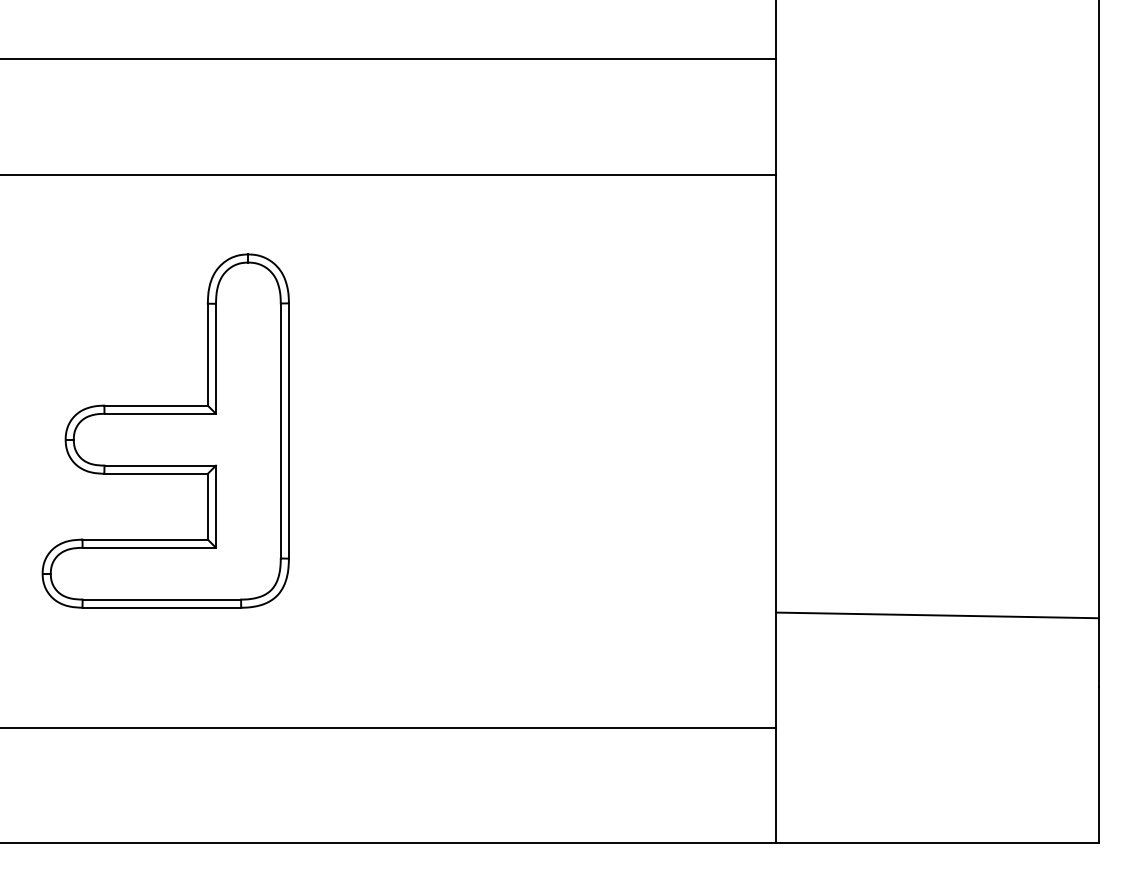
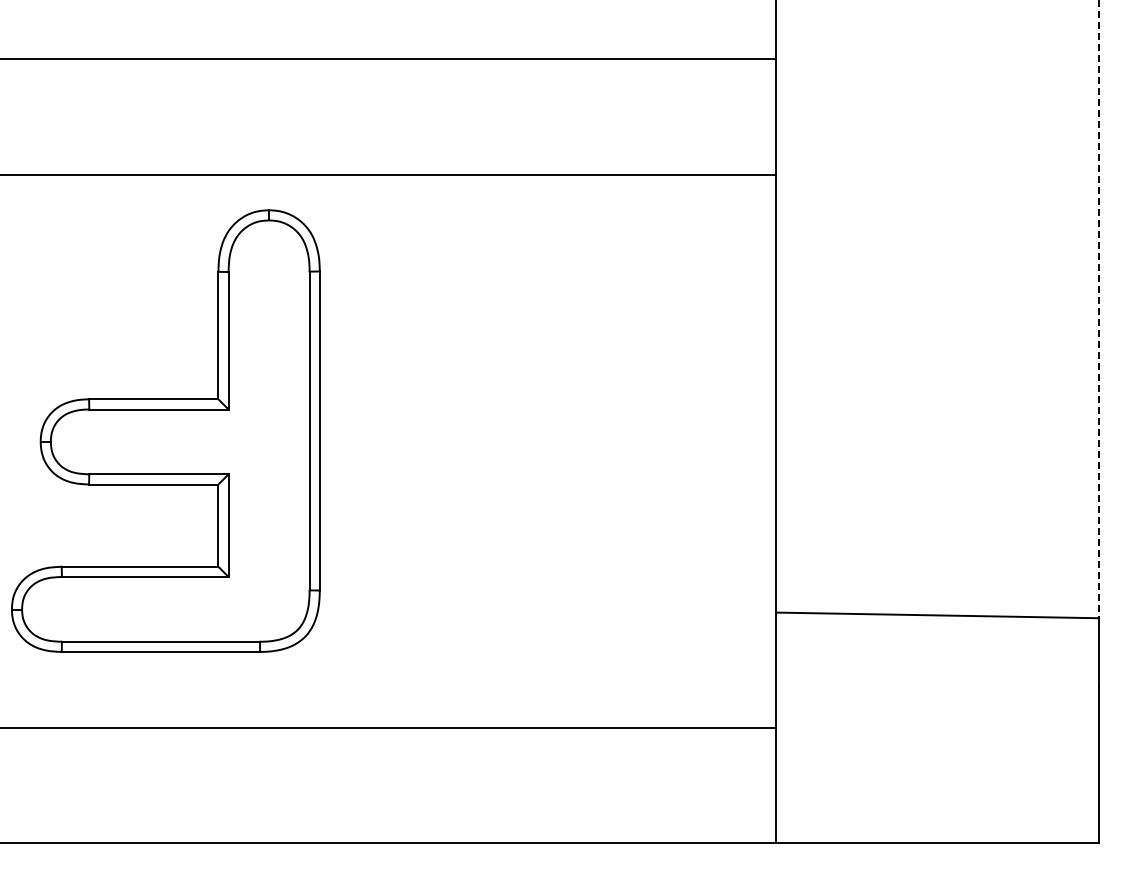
line at (1099, 309): solid -> dashed
part at (165, 430) size: 249x356 px -> 310x444 px
